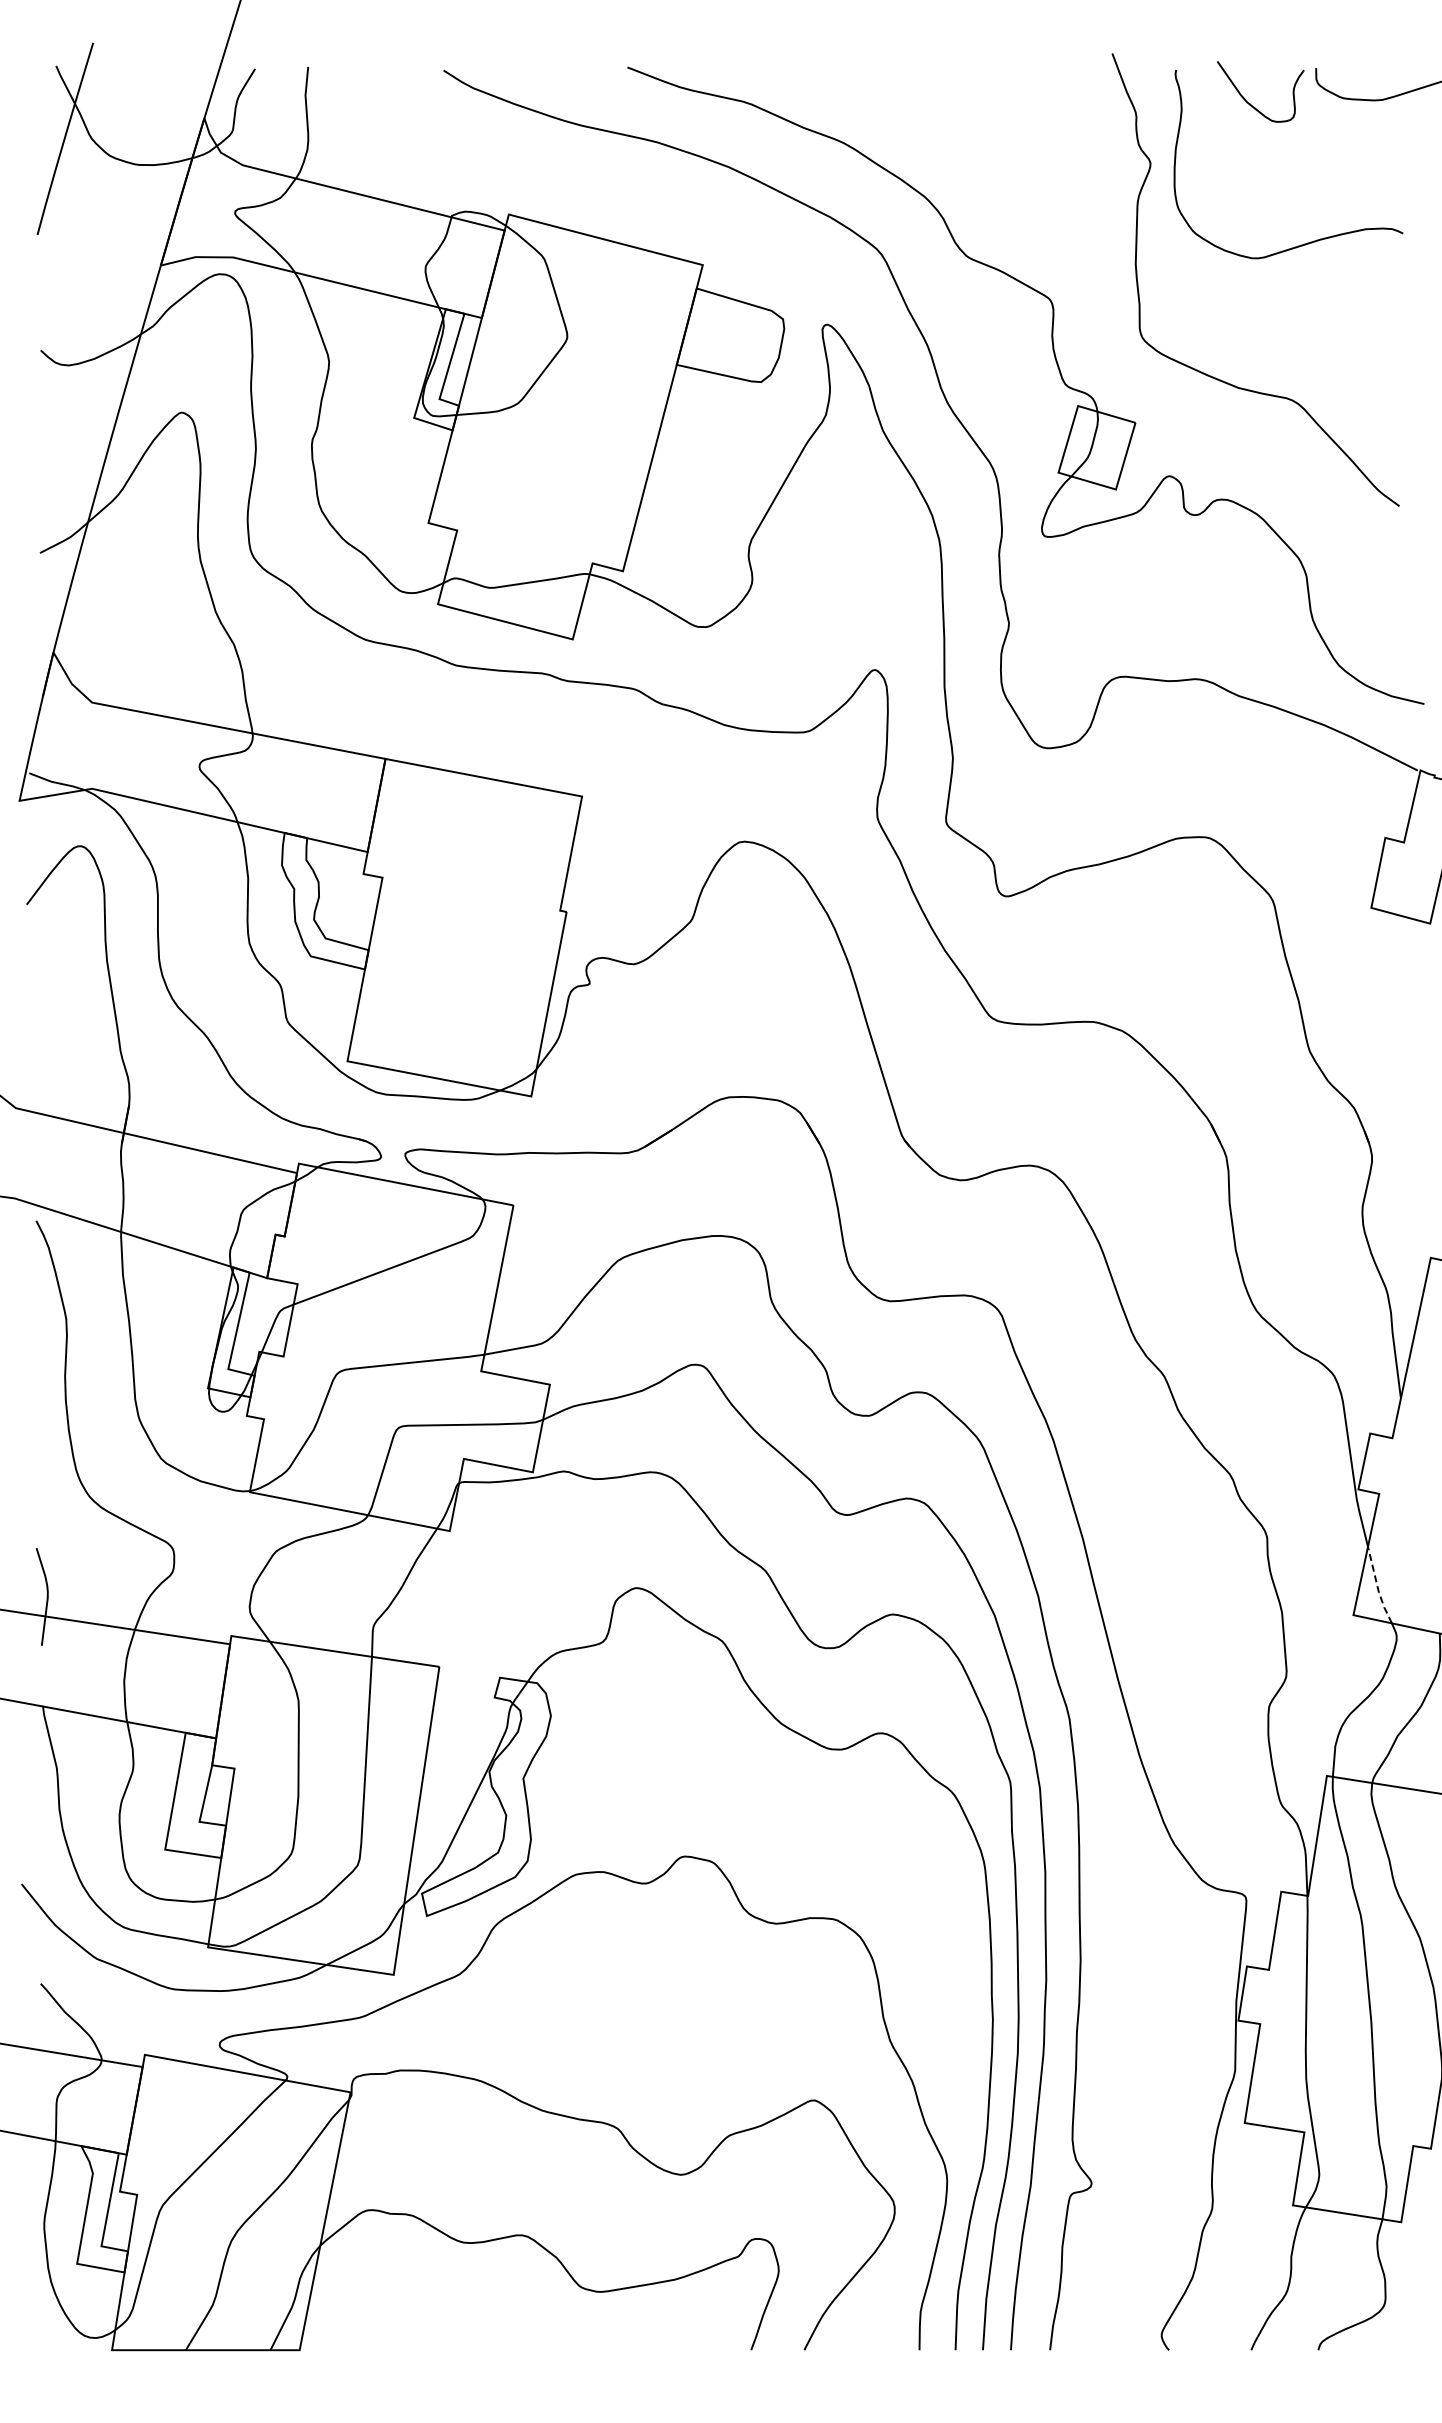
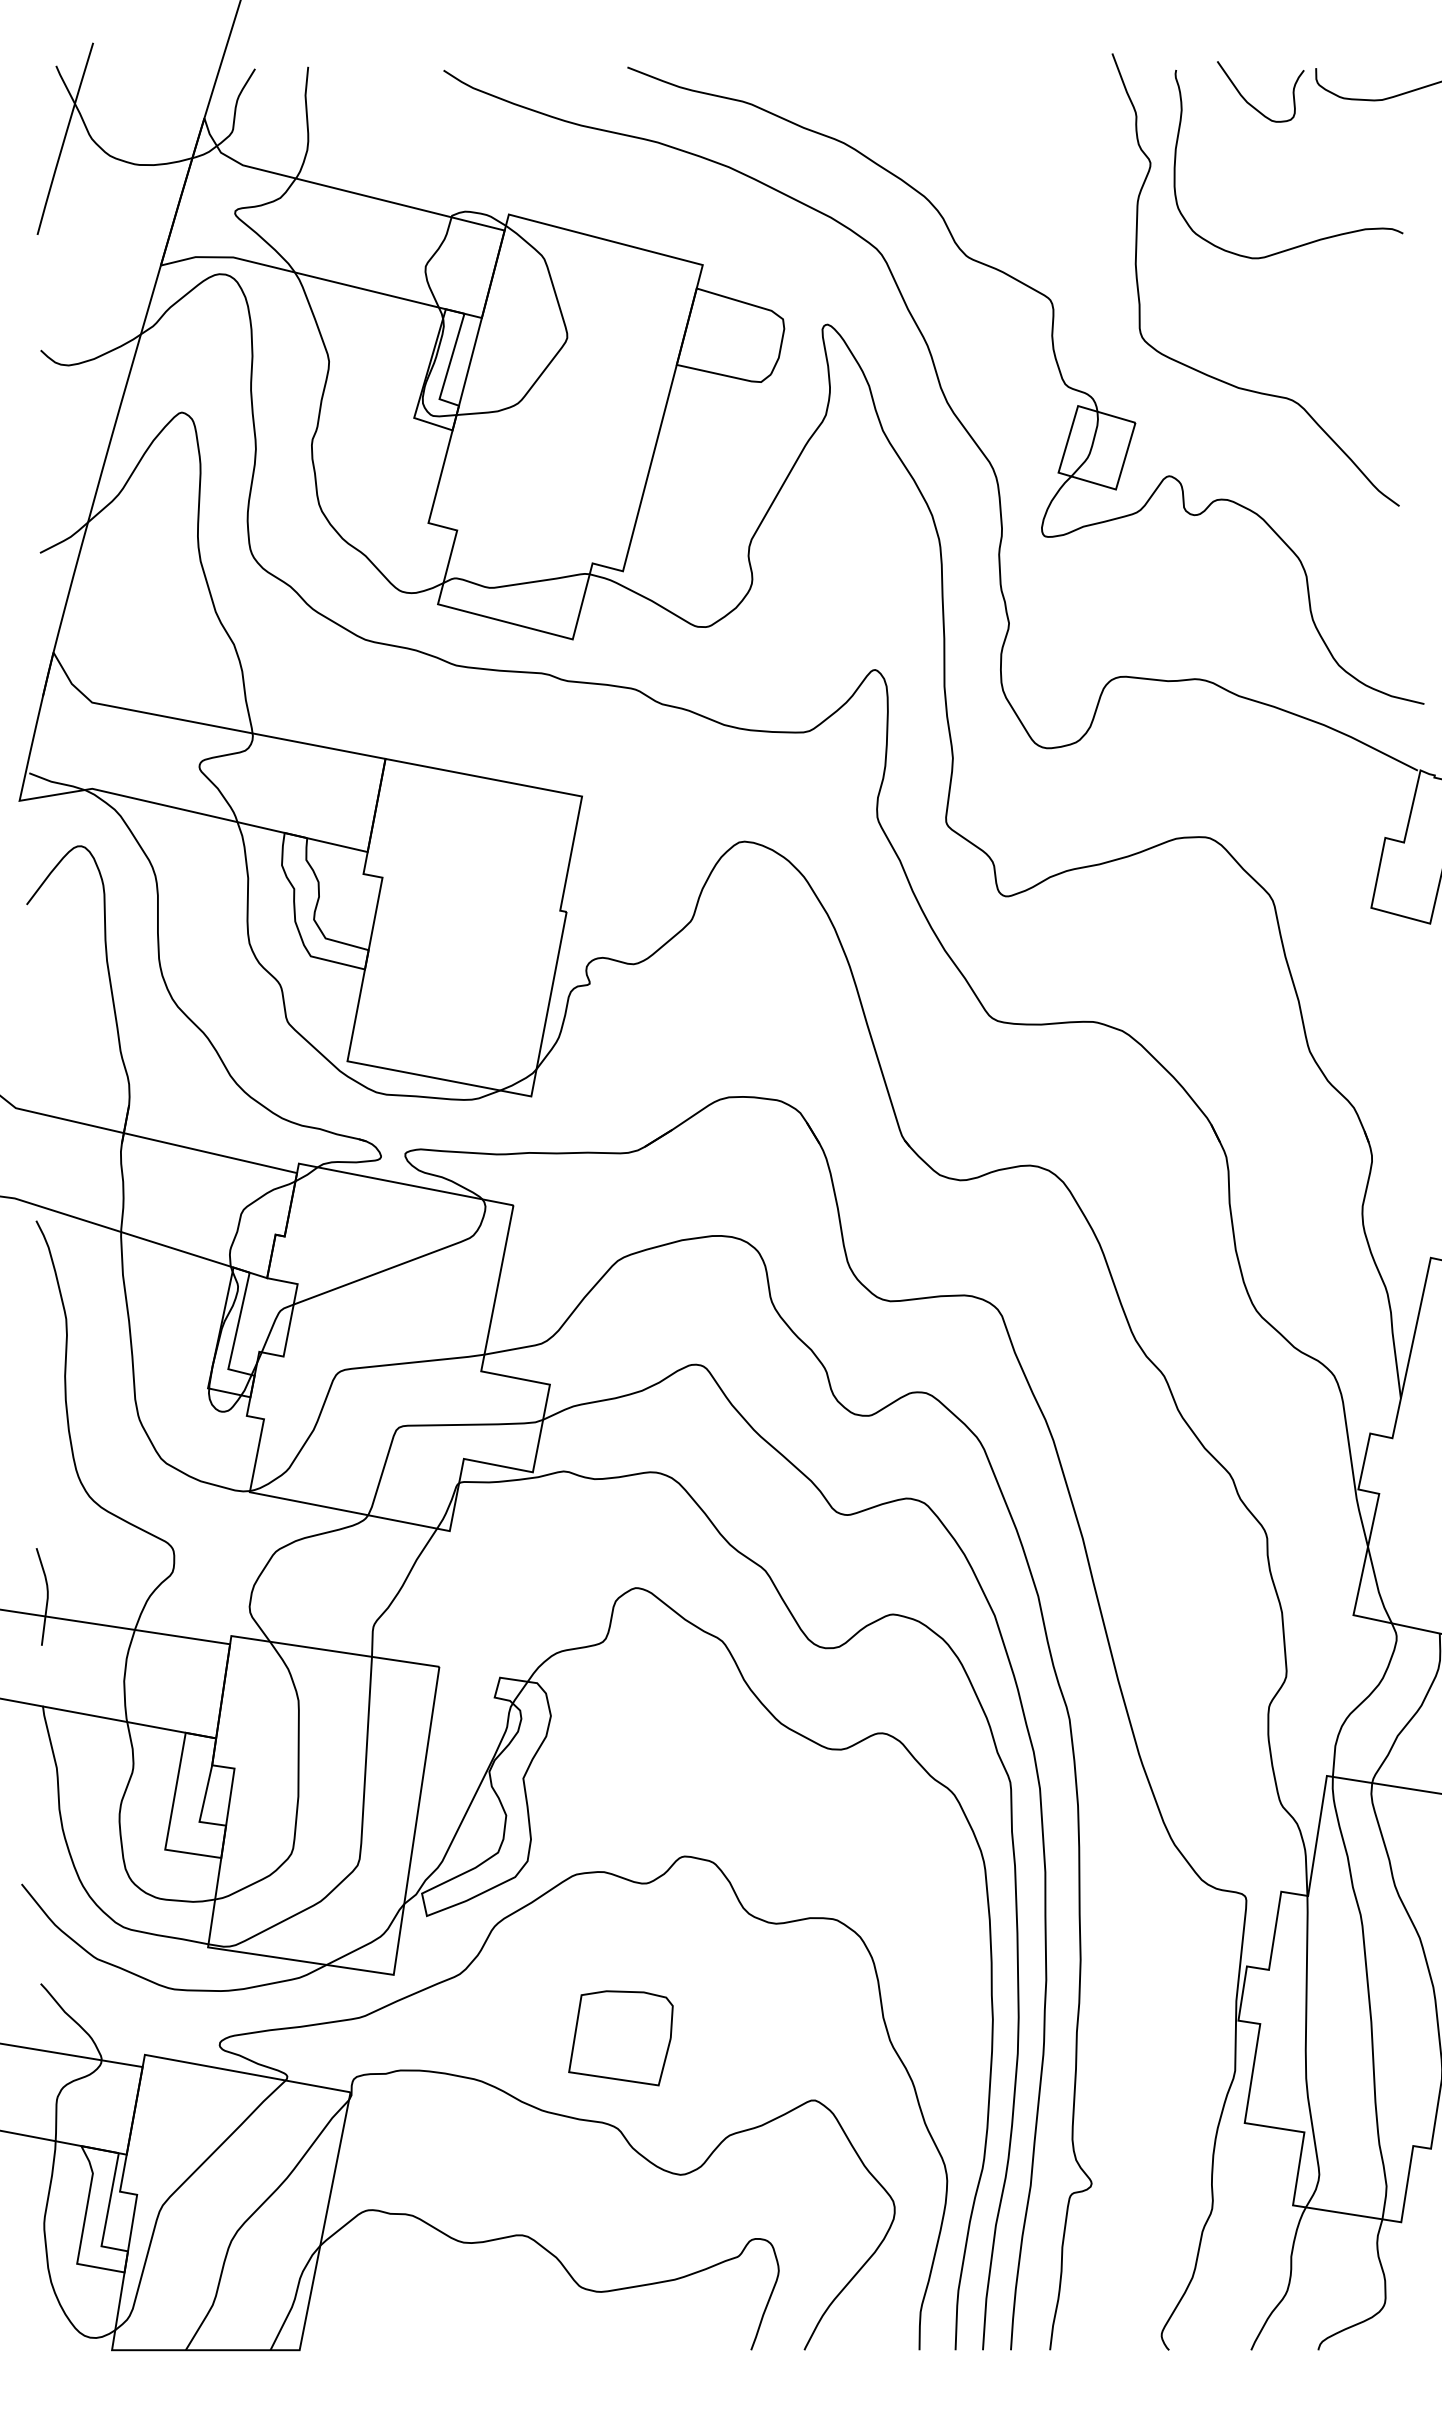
line at (1377, 1587): dashed -> solid
part at (620, 2038): none -> present
